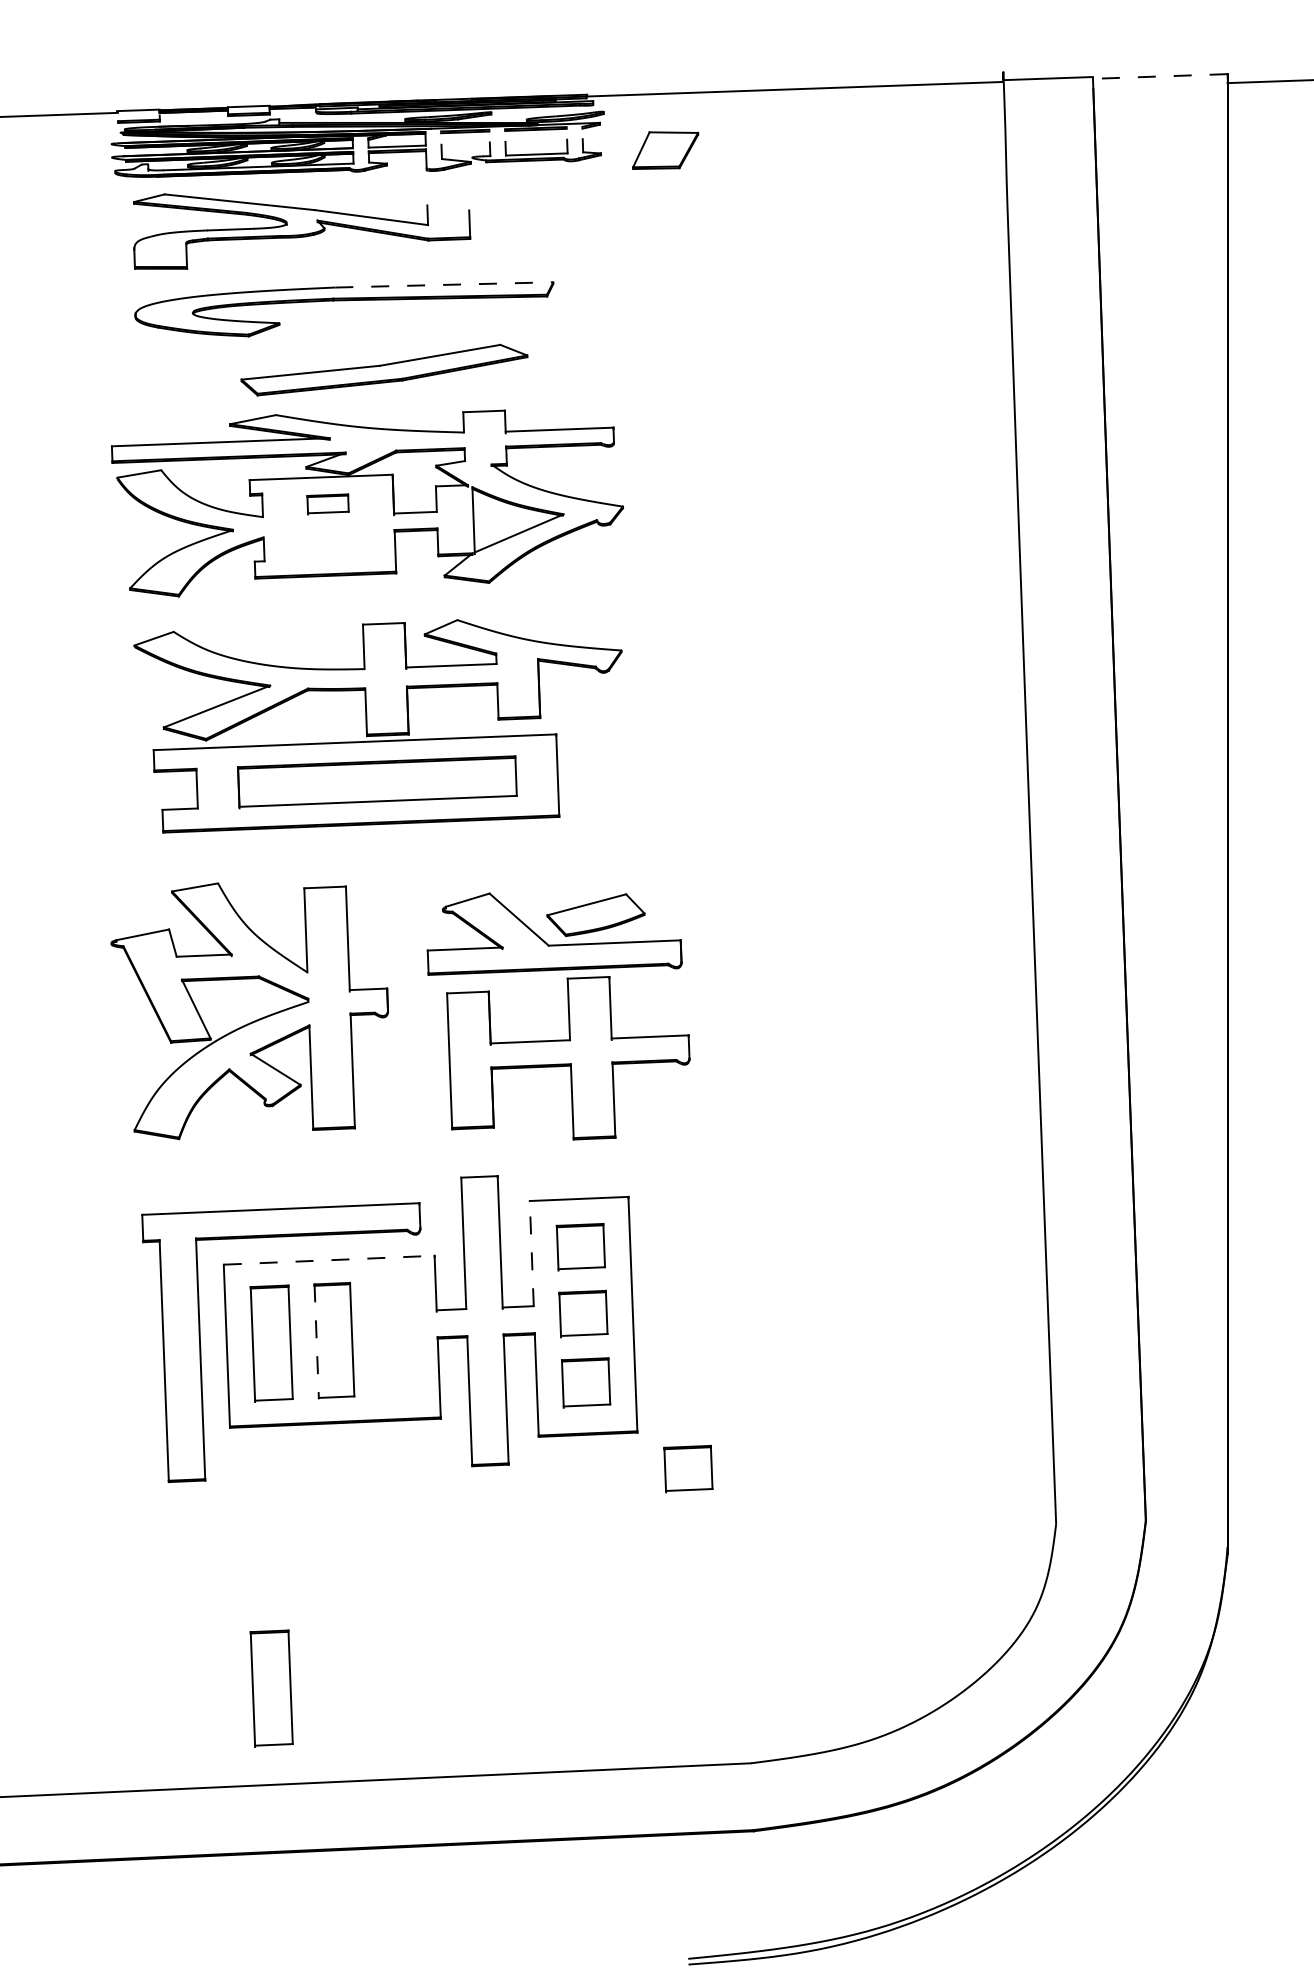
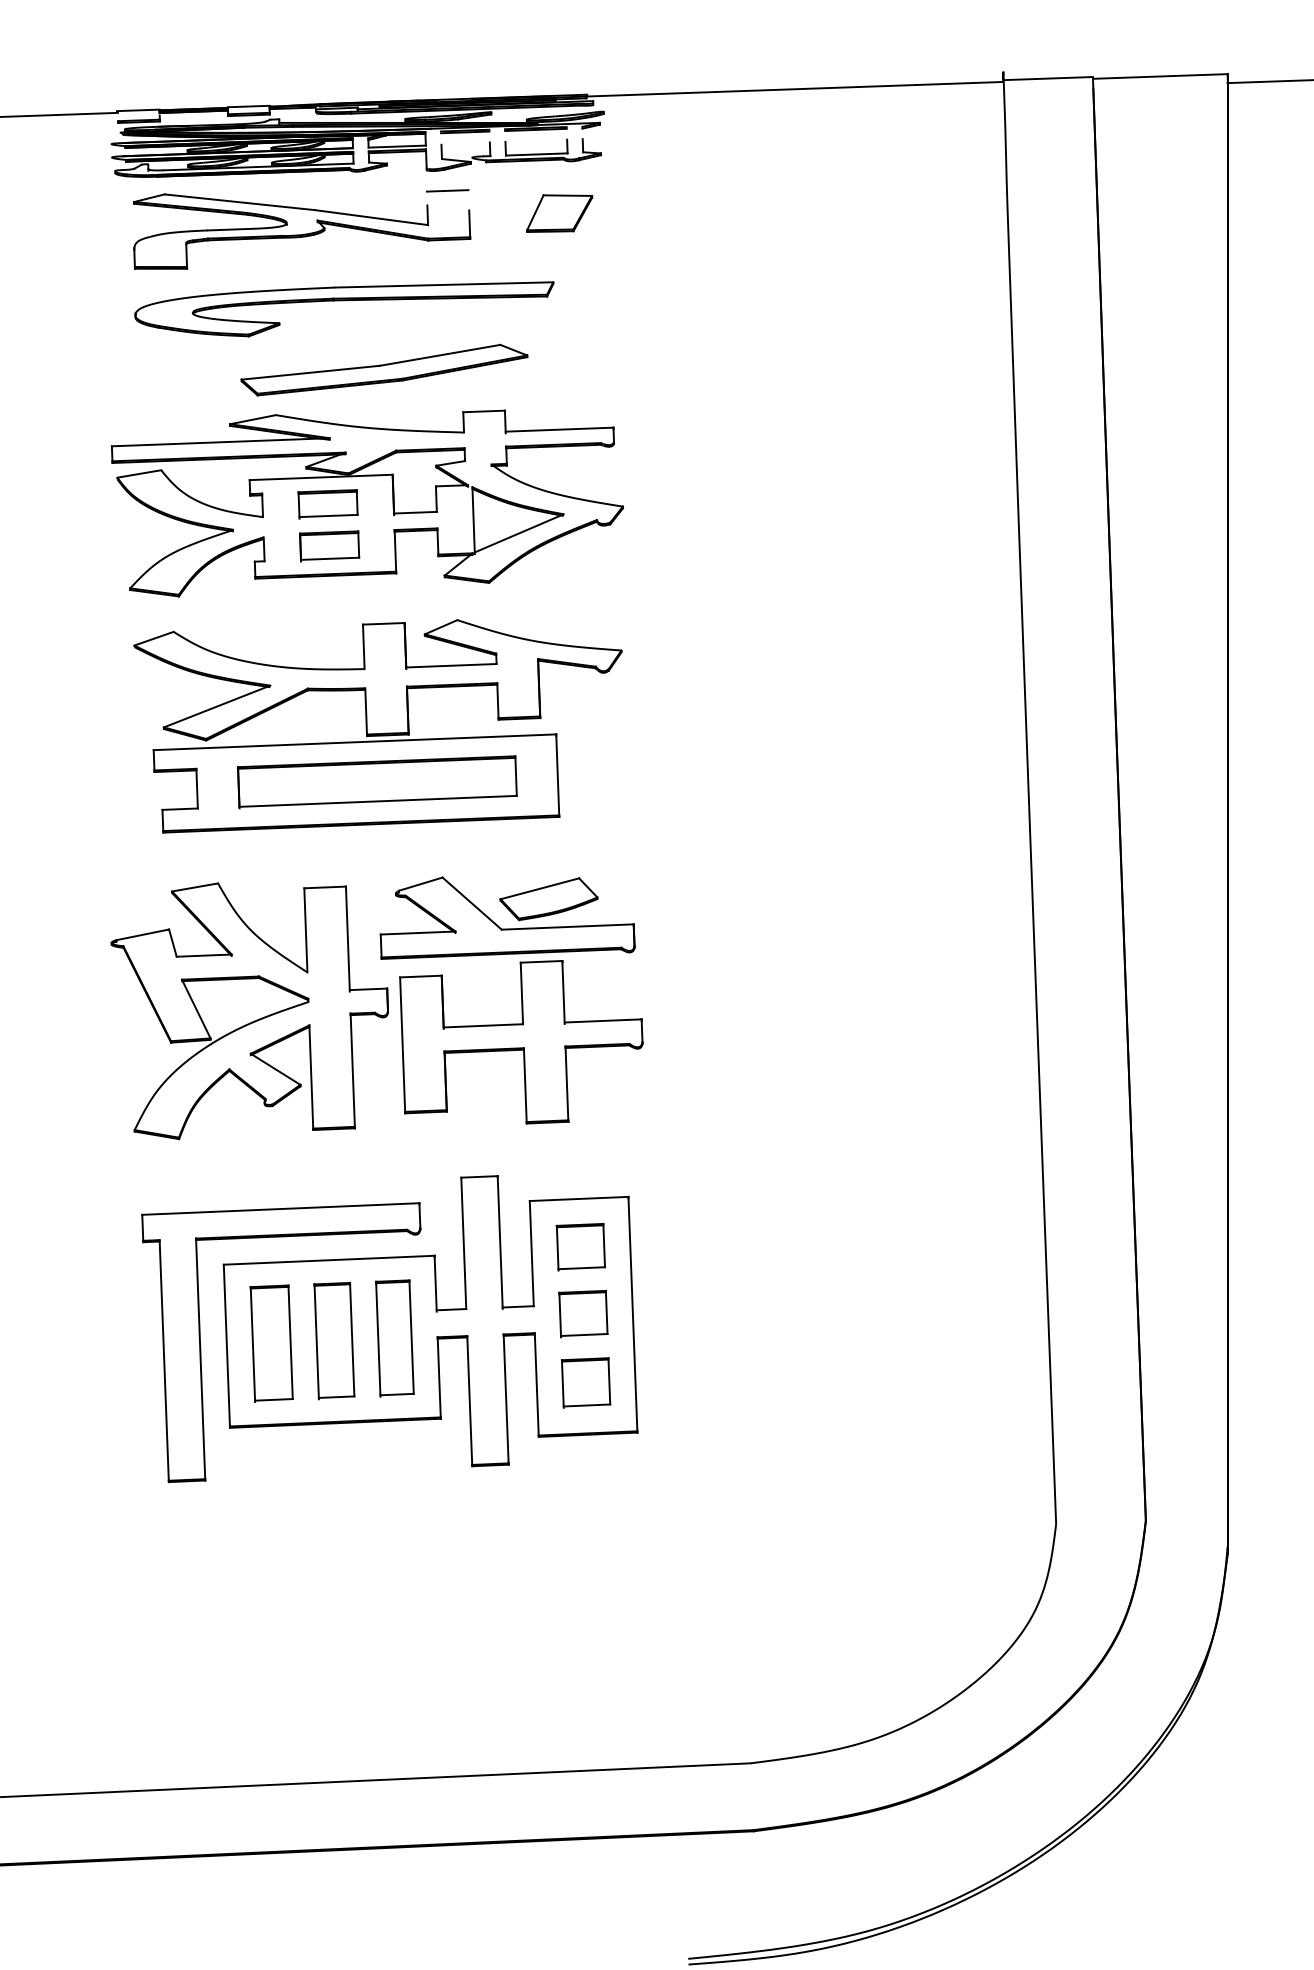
line at (1159, 76): dashed -> solid
part at (665, 150) position: (665, 150) -> (559, 213)
line at (447, 190): none -> present
line at (444, 284): dashed -> solid
part at (327, 504) size: 44x23 px -> 62x31 px
part at (329, 546): none -> present
part at (568, 1016) position: (568, 1016) -> (521, 1000)
line at (531, 1253): dashed -> solid
line at (329, 1260): dashed -> solid
part at (394, 1338): none -> present
line at (316, 1342): dashed -> solid
part at (688, 1468): present -> none
part at (271, 1688): present -> none
